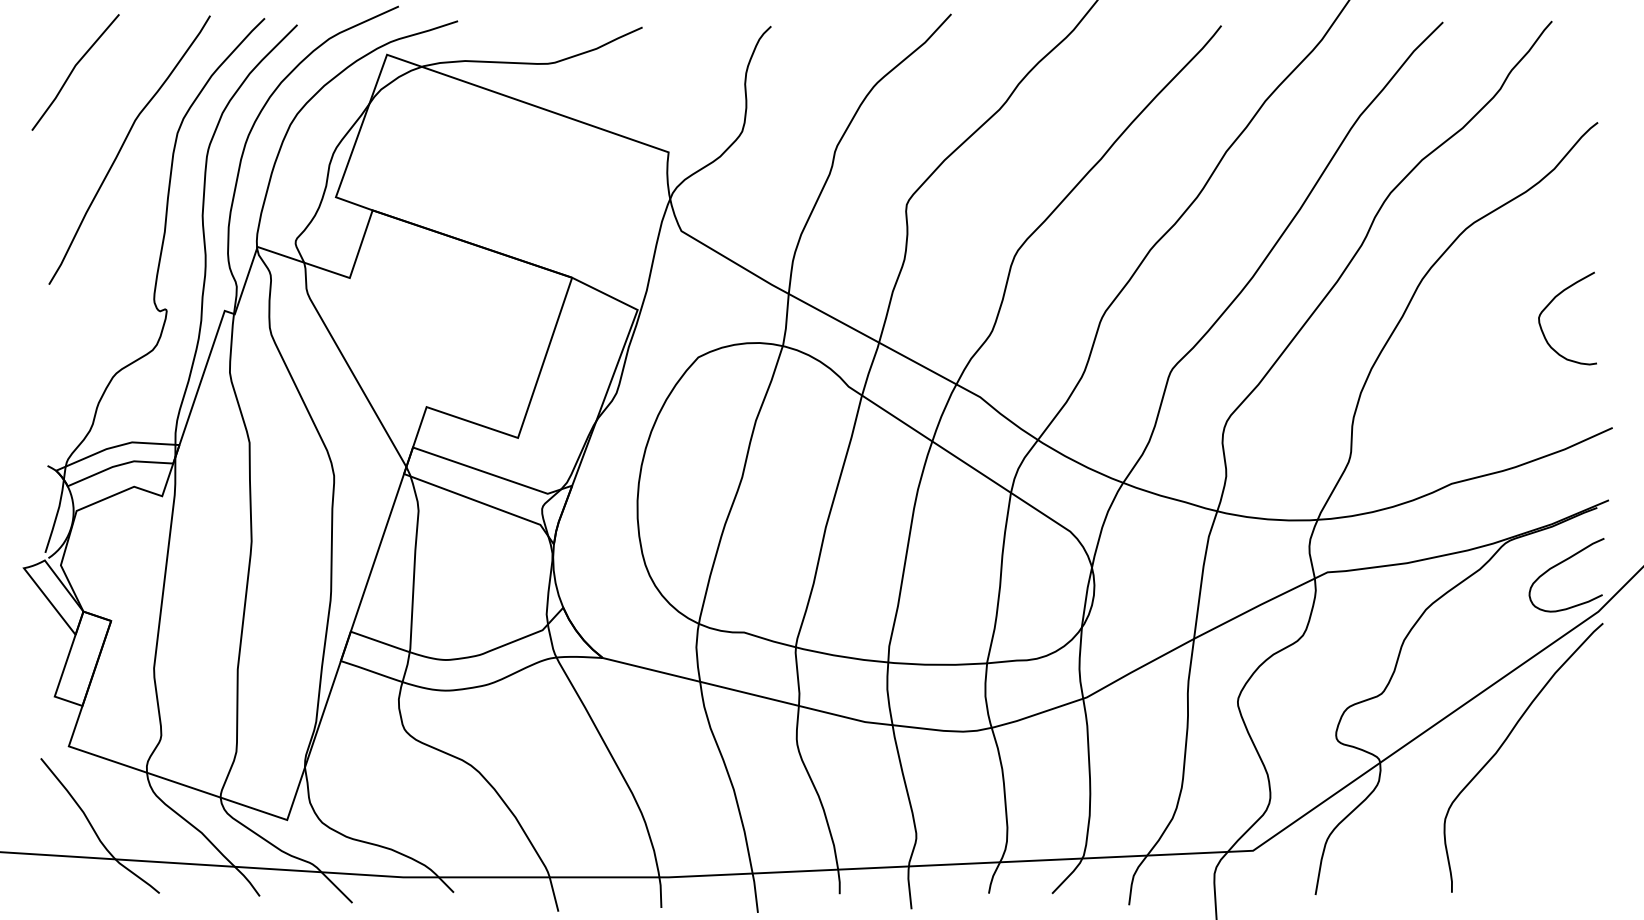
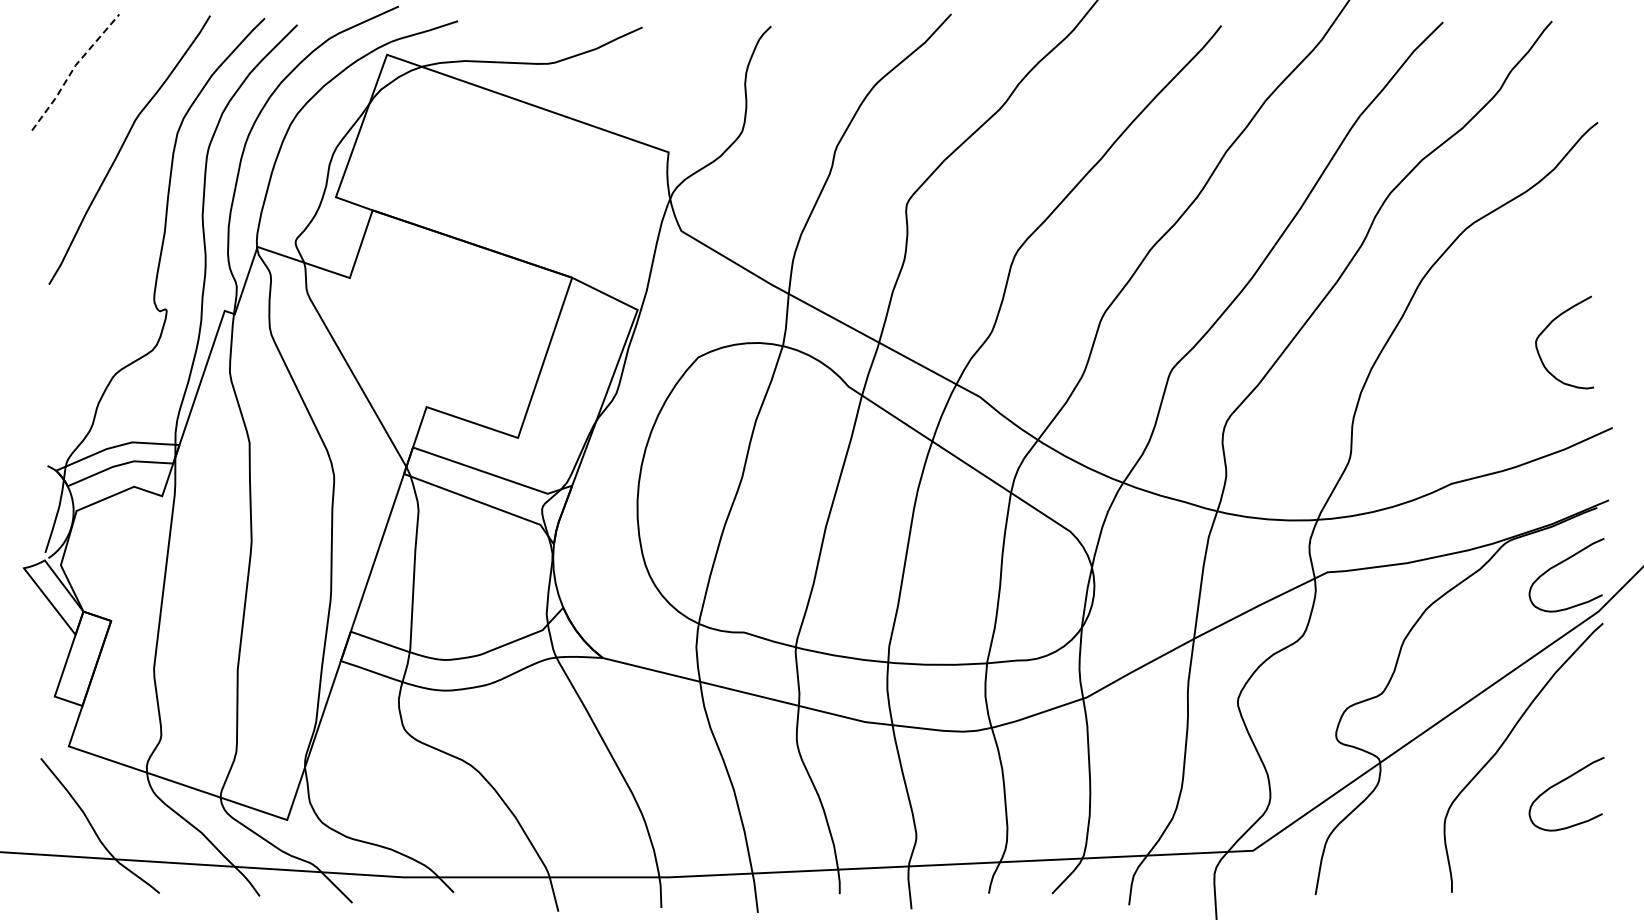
line at (73, 69): solid -> dashed
curve at (1549, 305) position: (1549, 305) -> (1546, 329)
curve at (1560, 783): none -> present
